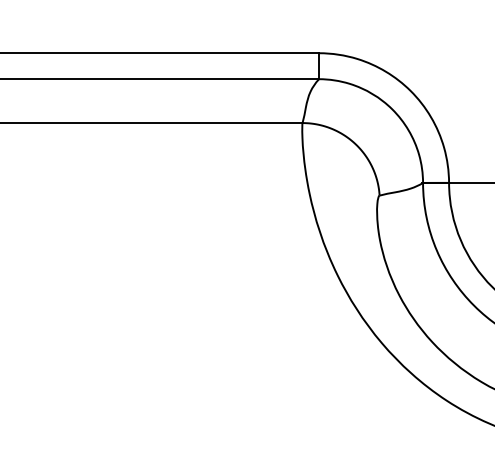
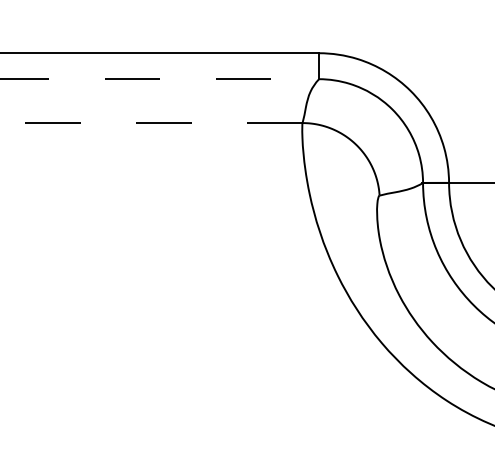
line at (160, 79): solid -> dashed
line at (151, 123): solid -> dashed
